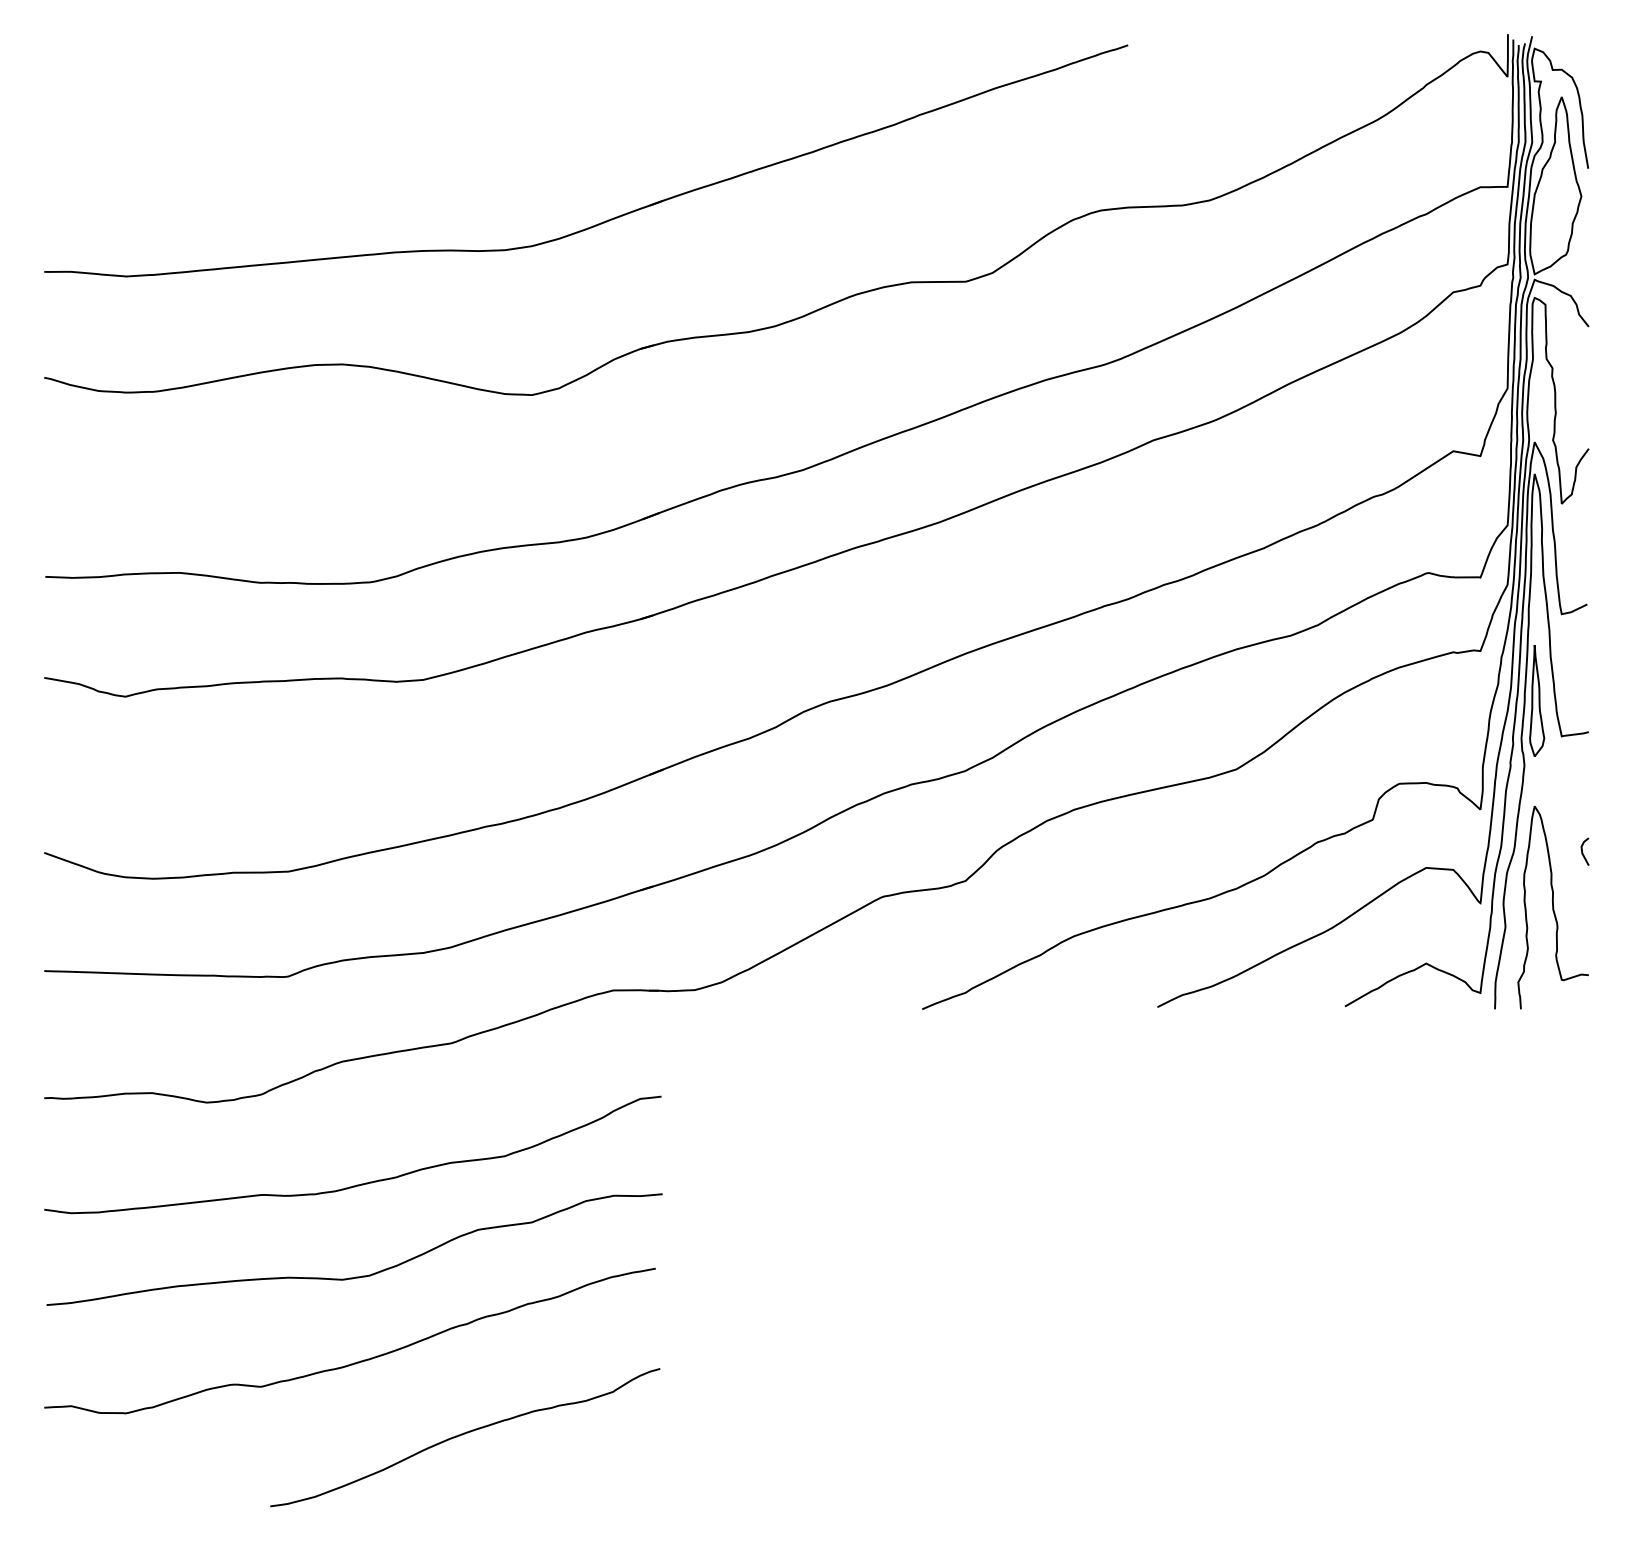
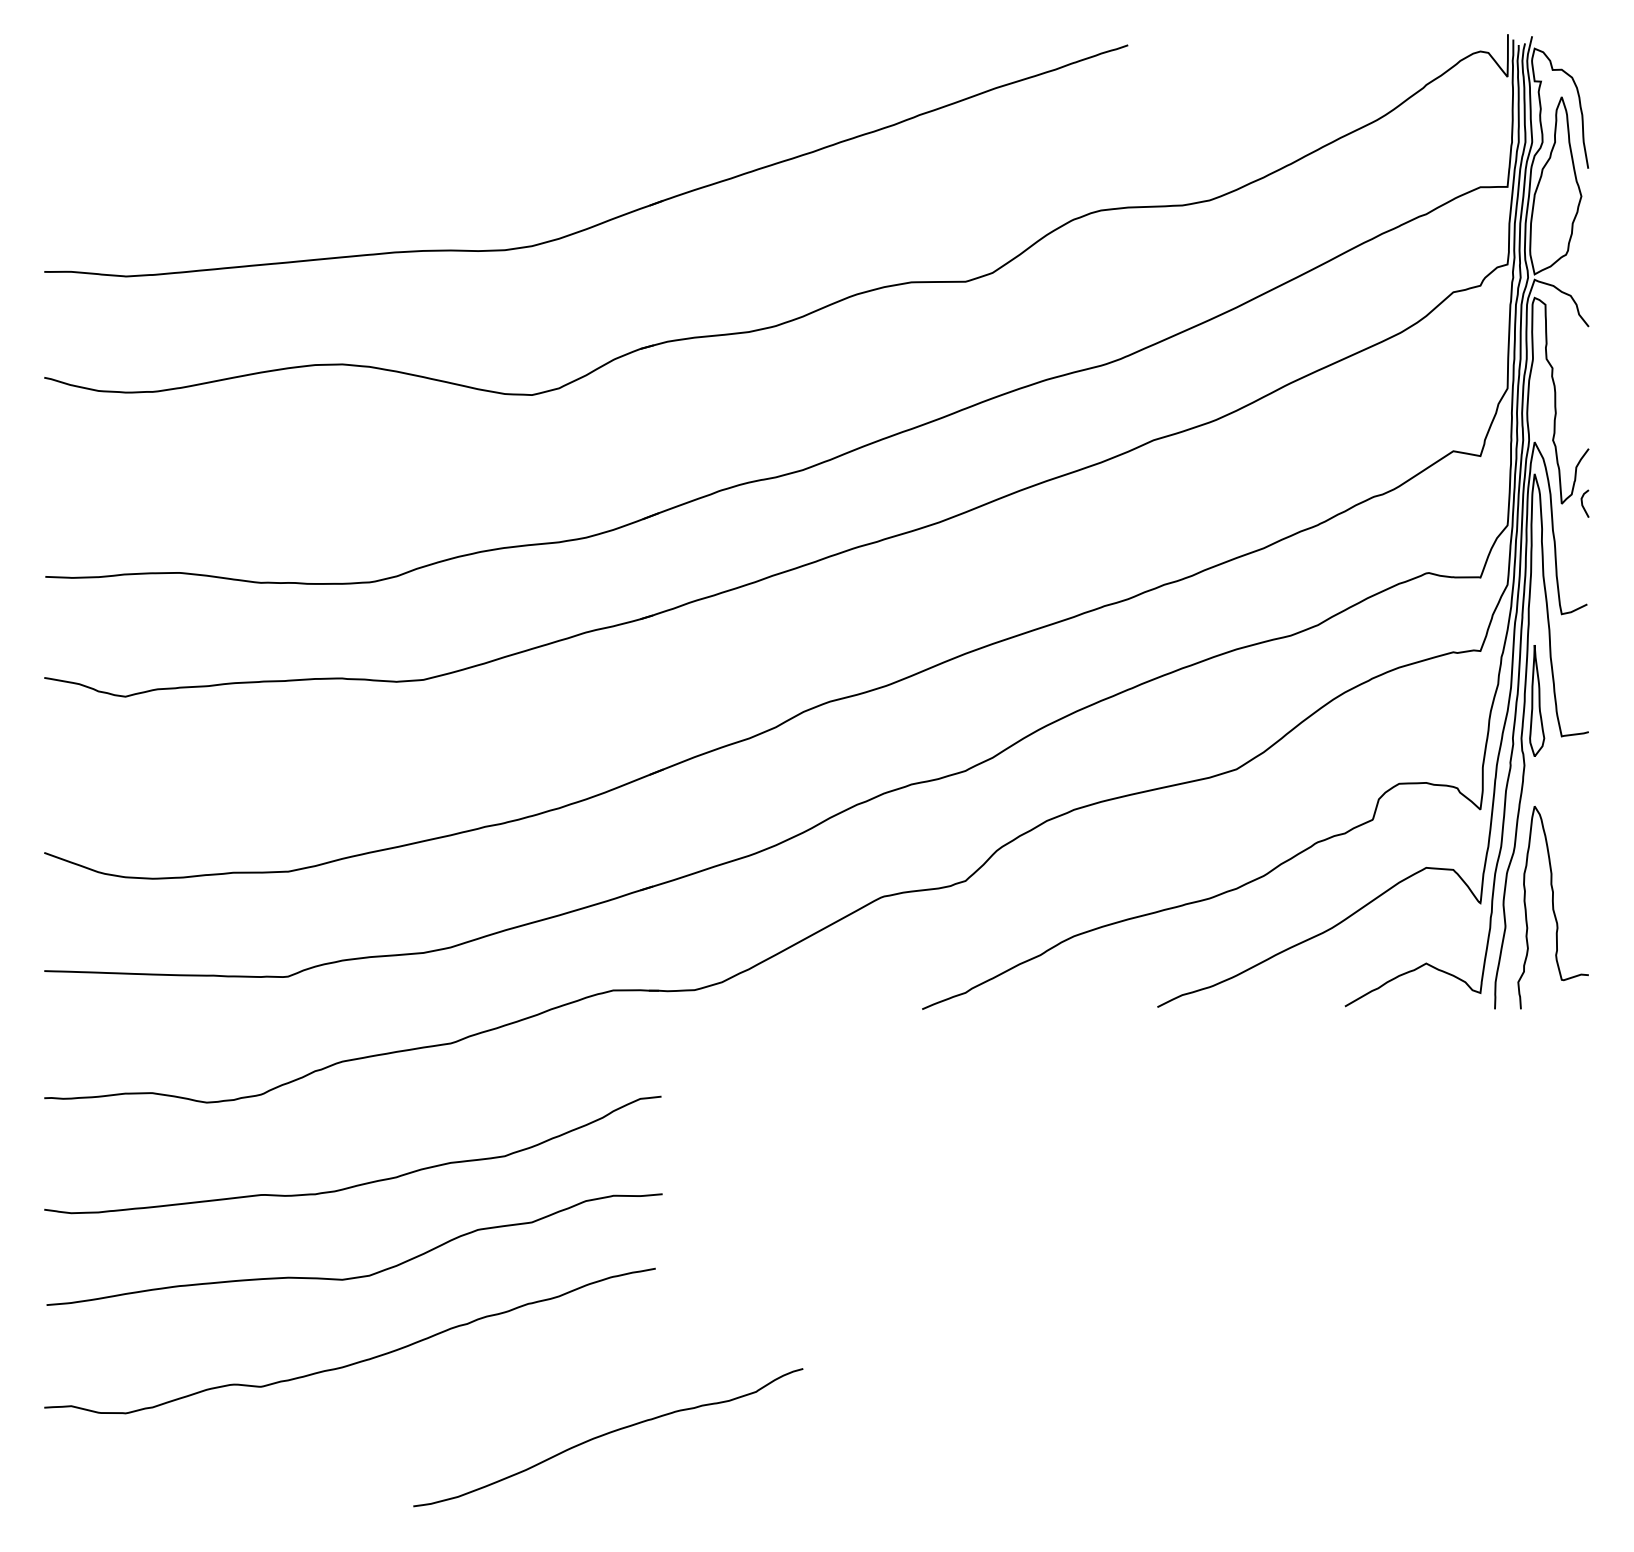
line at (1583, 852) position: (1583, 852) -> (1583, 504)
curve at (465, 1434) position: (465, 1434) -> (608, 1434)
